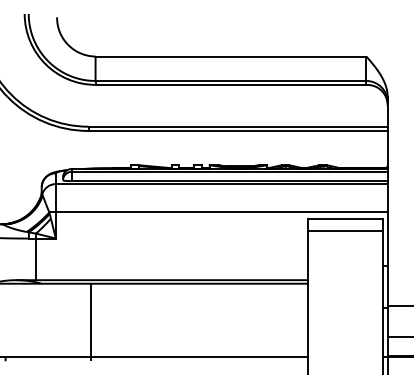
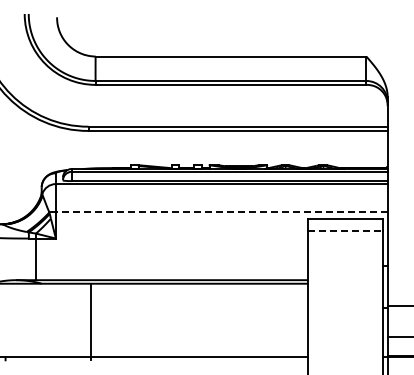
line at (221, 212): solid -> dashed
line at (345, 231): solid -> dashed
